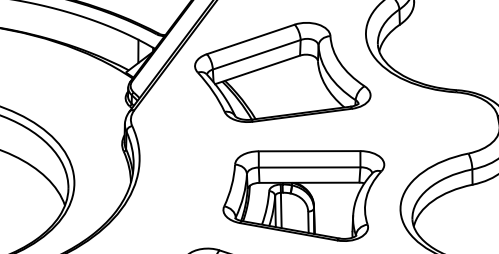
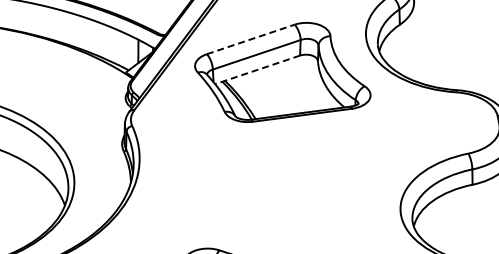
line at (251, 39): solid -> dashed
line at (257, 69): solid -> dashed
part at (303, 195): present -> none
